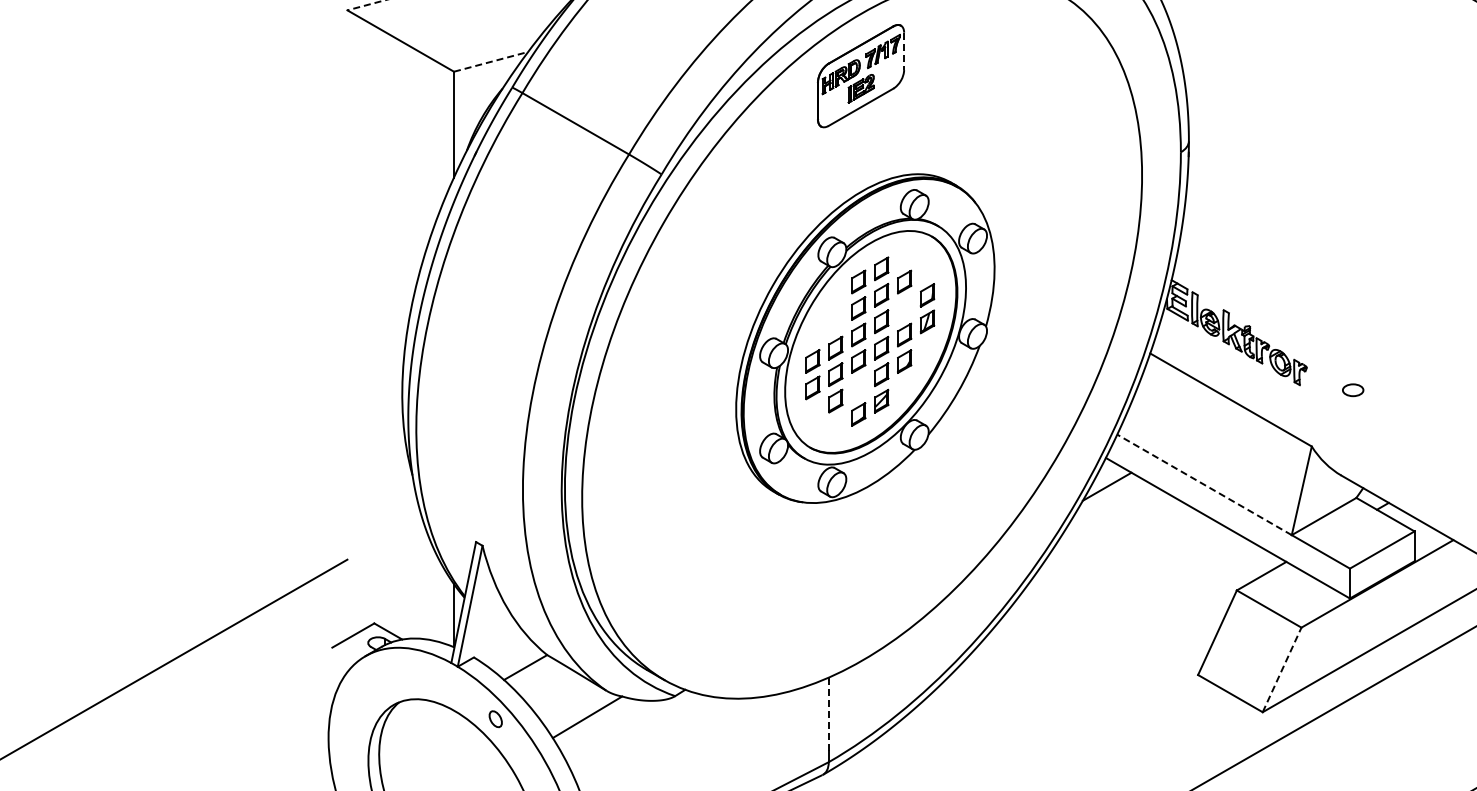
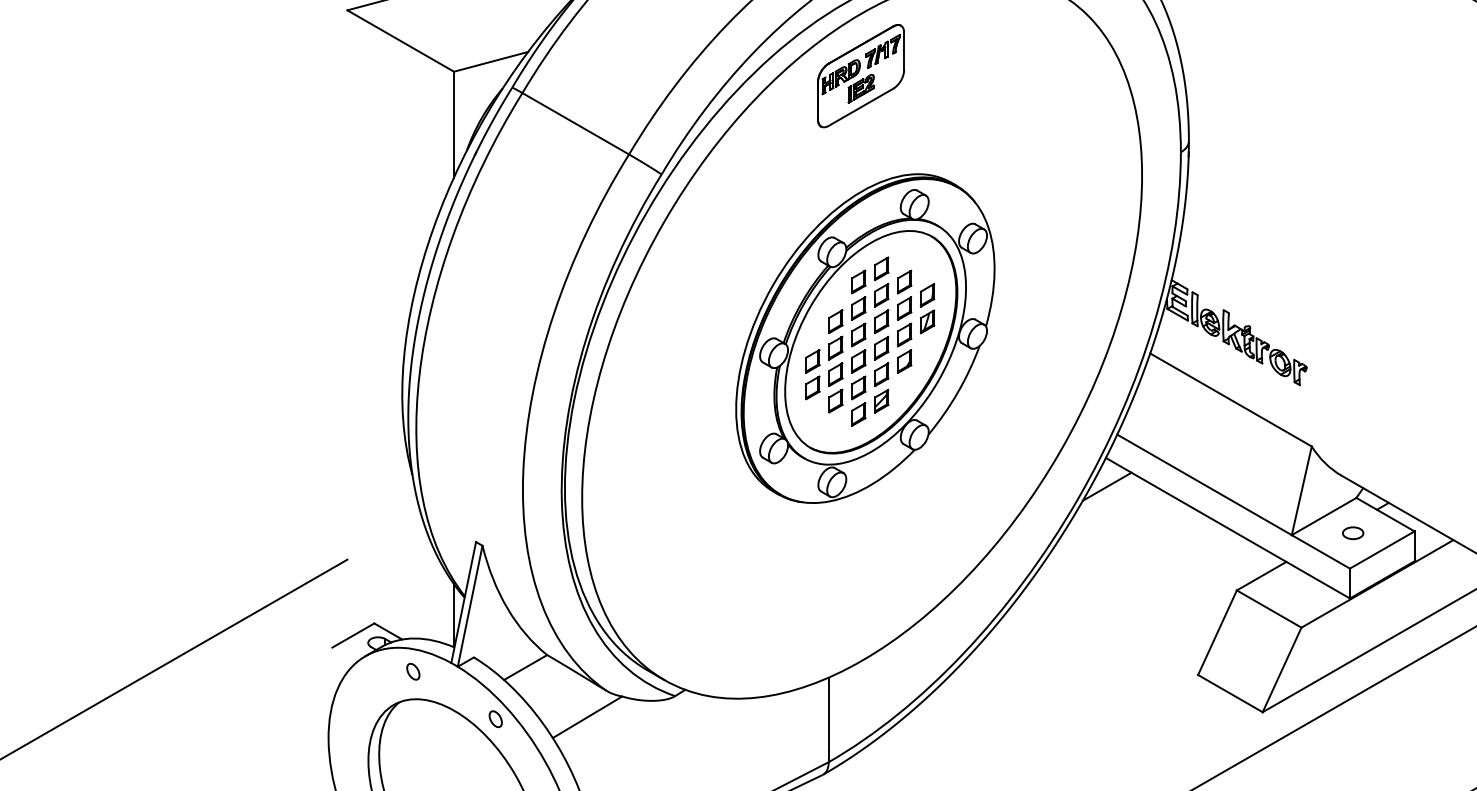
line at (366, 5): dashed -> solid
line at (904, 51): dashed -> solid
line at (491, 61): dashed -> solid
part at (904, 308): none -> present
part at (835, 321): none -> present
part at (858, 387): none -> present
part at (1353, 390) position: (1353, 390) -> (1353, 533)
line at (1204, 484): dashed -> solid
line at (1282, 669): dashed -> solid
part at (413, 671): none -> present
line at (828, 715): dashed -> solid
